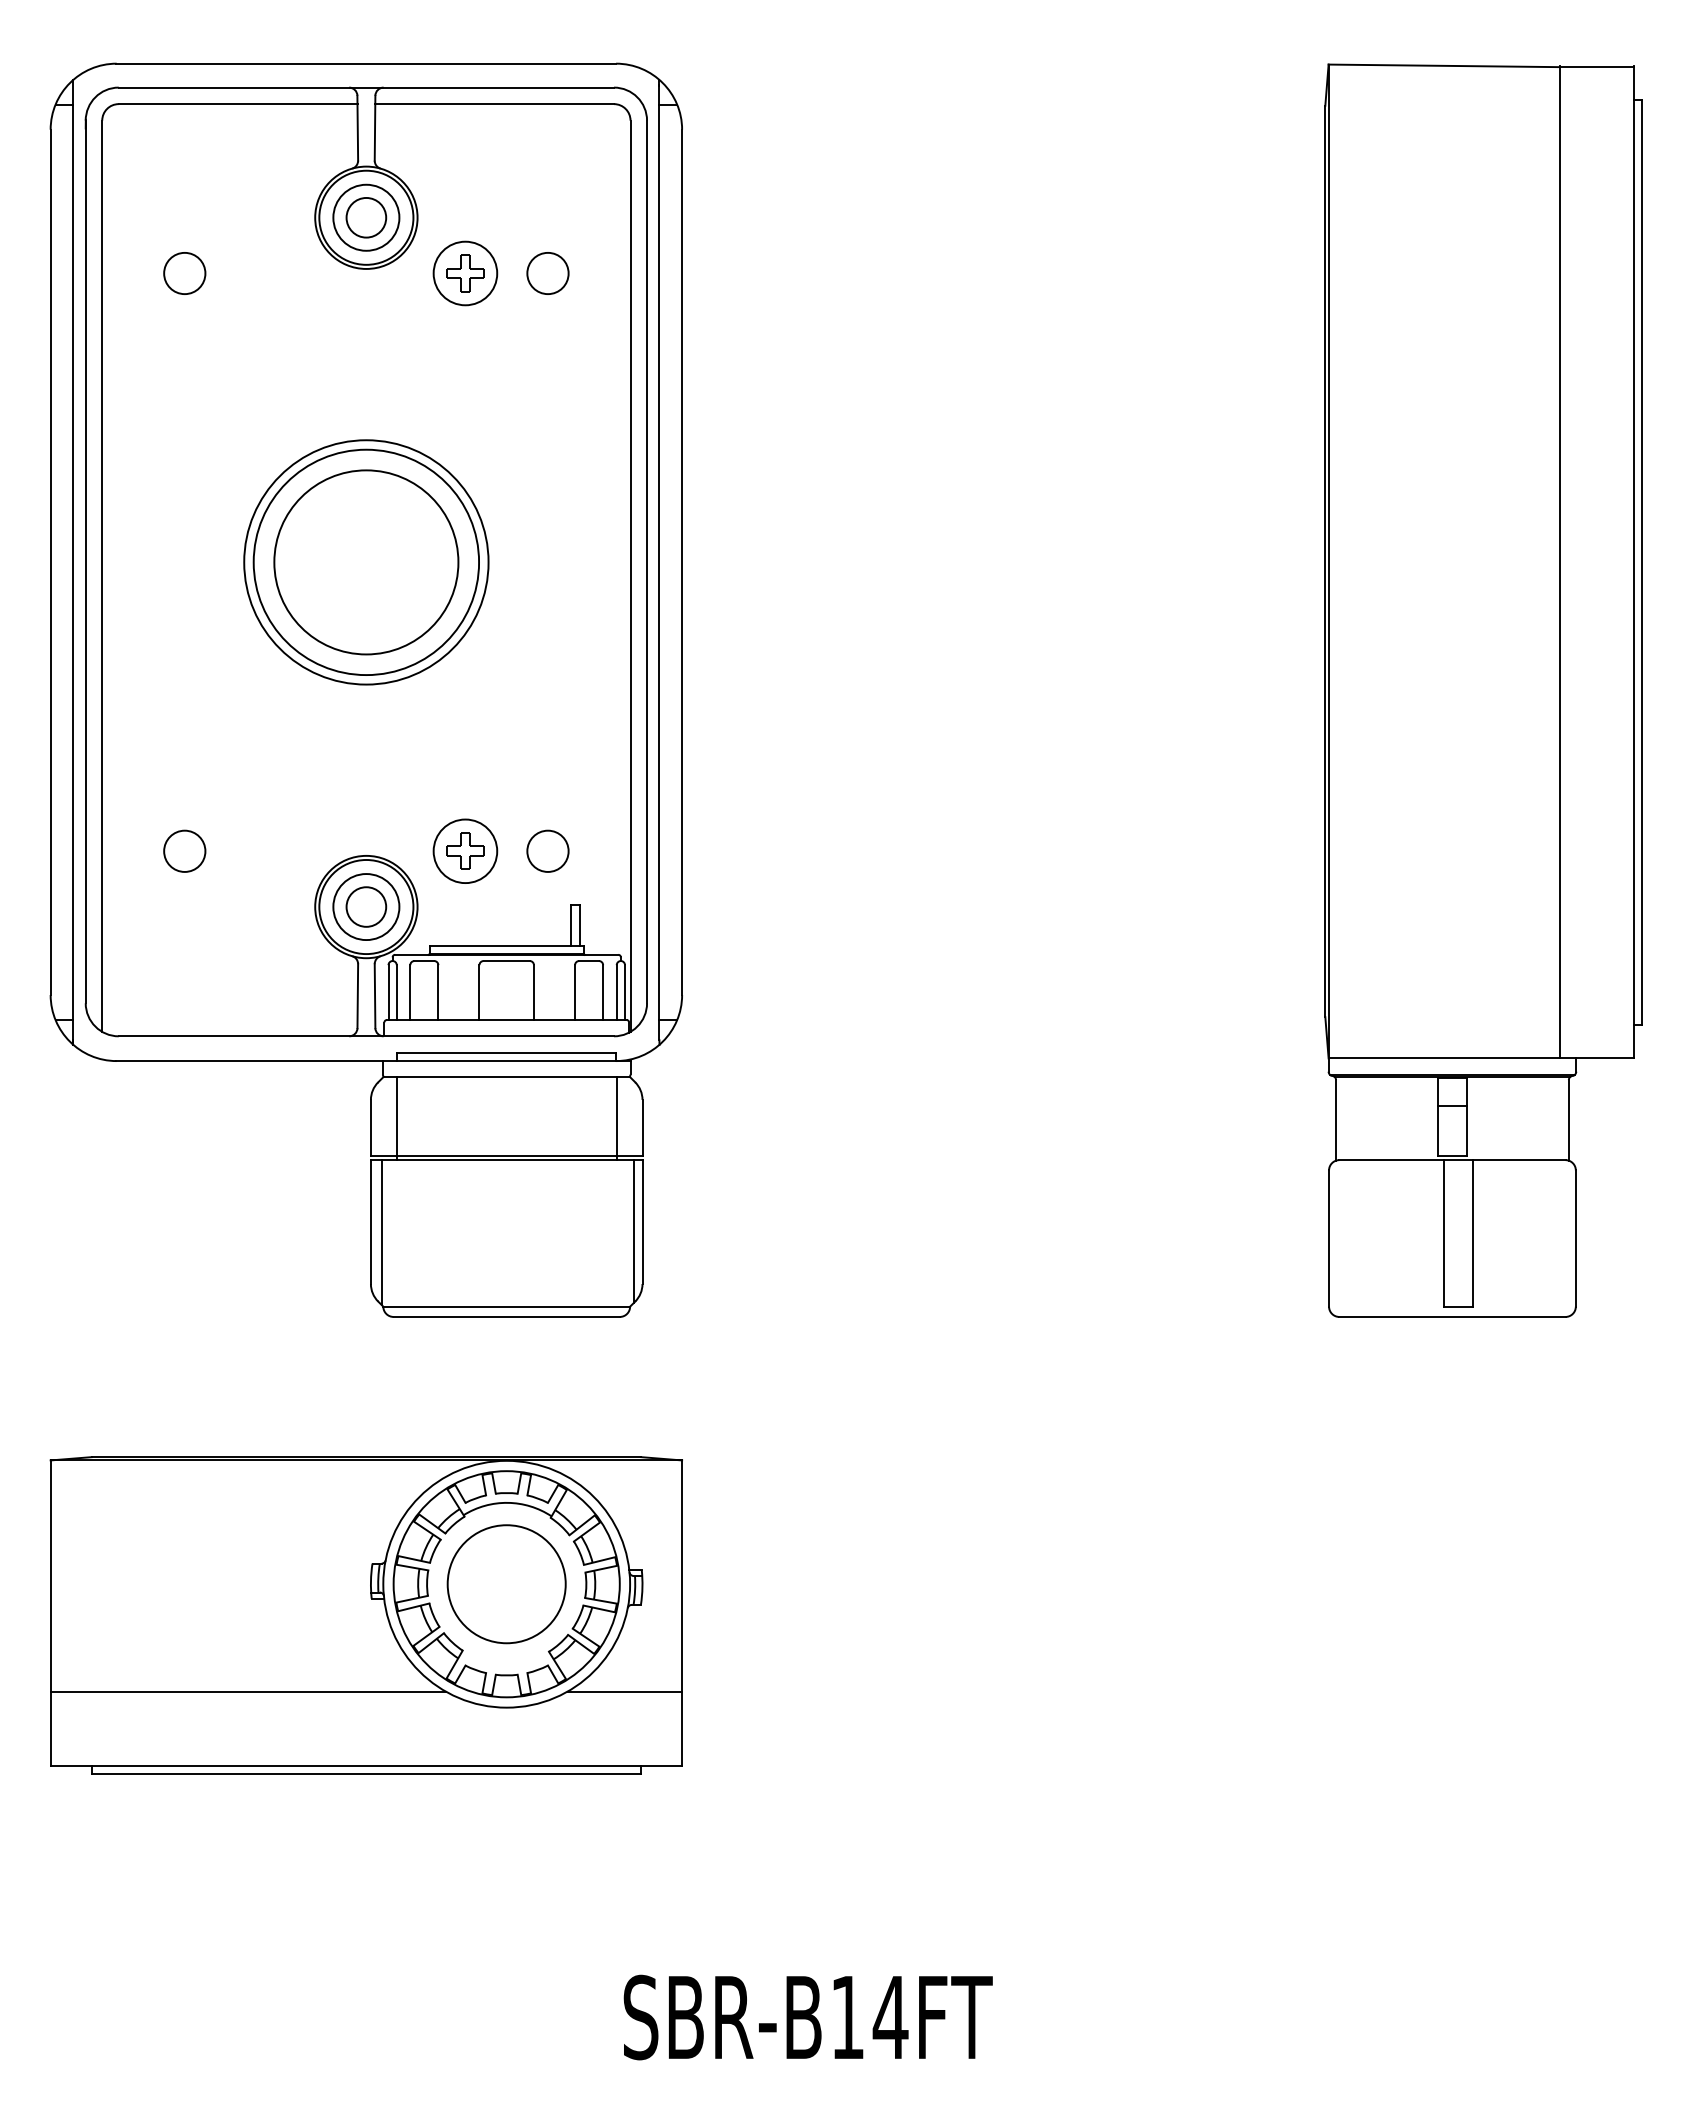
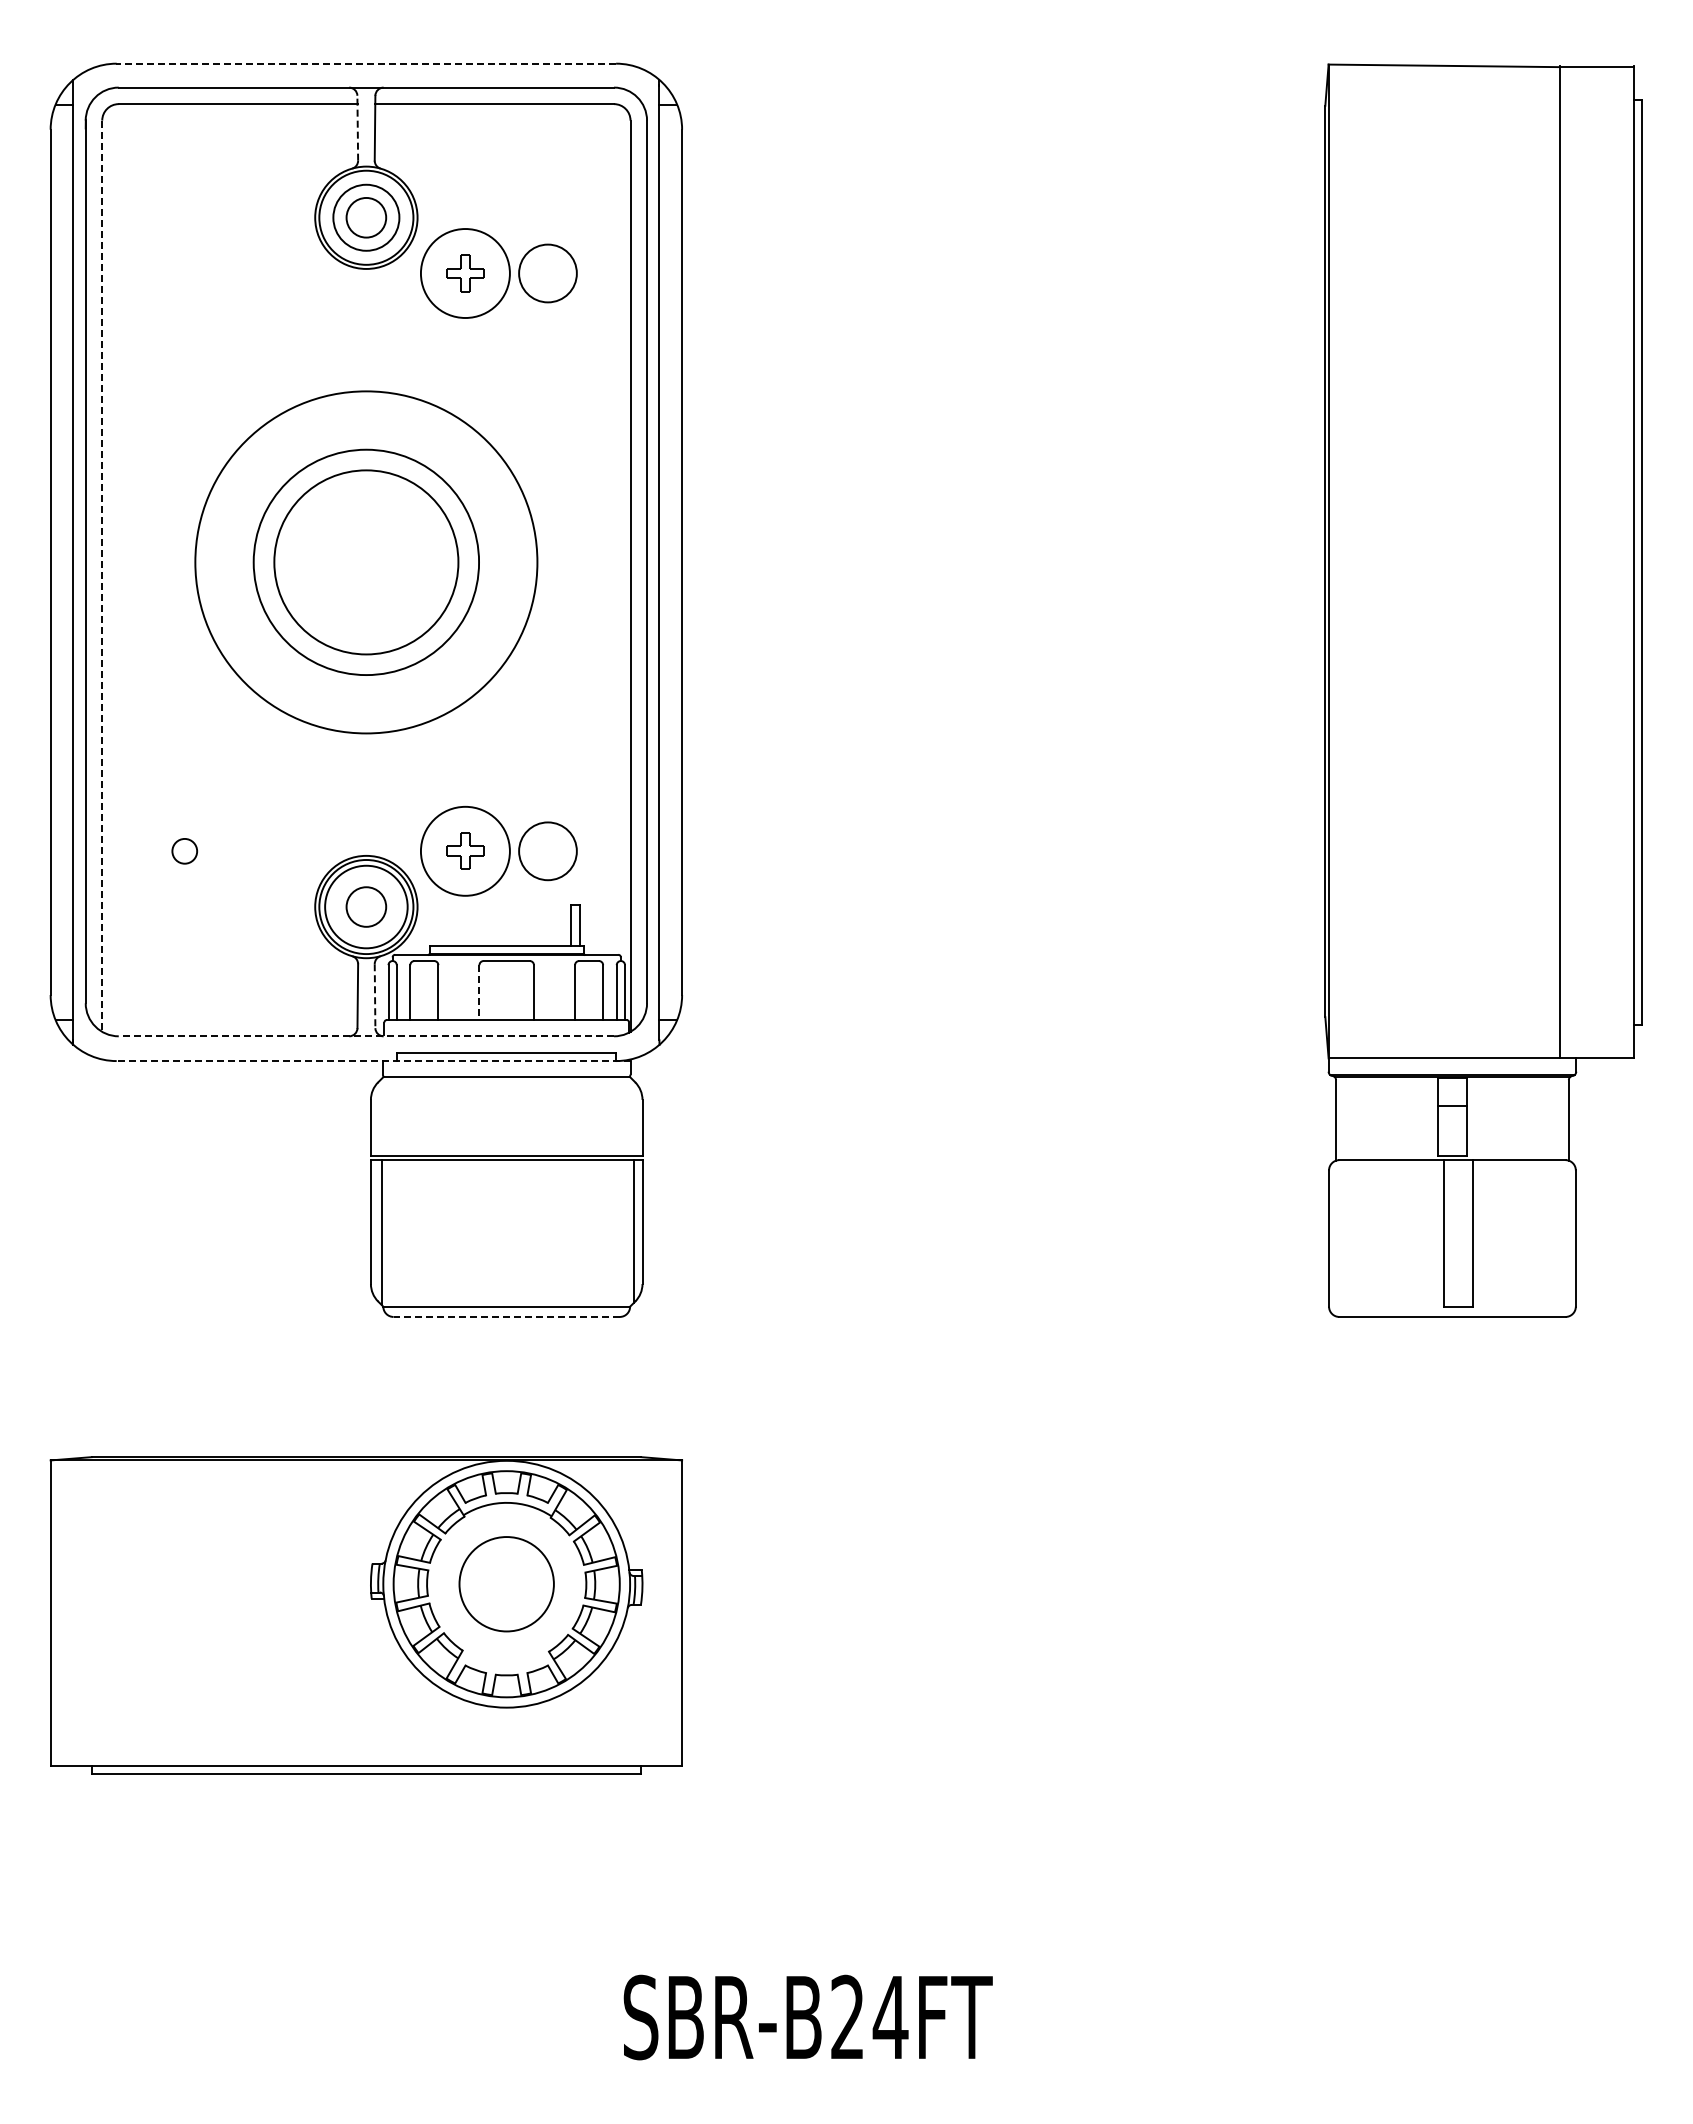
line at (365, 63): solid -> dashed
line at (357, 127): solid -> dashed
circle at (184, 273): present -> none
circle at (465, 273) diameter: 64 px -> 89 px
circle at (547, 273) diameter: 41 px -> 58 px
circle at (366, 562) diameter: 244 px -> 342 px
line at (102, 576): solid -> dashed
circle at (184, 850) diameter: 41 px -> 25 px
circle at (547, 850) diameter: 41 px -> 58 px
circle at (465, 851) diameter: 64 px -> 89 px
circle at (366, 907) diameter: 66 px -> 83 px
line at (479, 993): solid -> dashed
line at (375, 996): solid -> dashed
line at (366, 1036): solid -> dashed
line at (372, 1061): solid -> dashed
line at (396, 1118): present -> none
line at (616, 1118): present -> none
line at (506, 1316): solid -> dashed
circle at (506, 1584) diameter: 118 px -> 94 px
line at (247, 1691): present -> none
line at (624, 1691): present -> none
text at (847, 2016): SBR-B14FT -> SBR-B24FT
